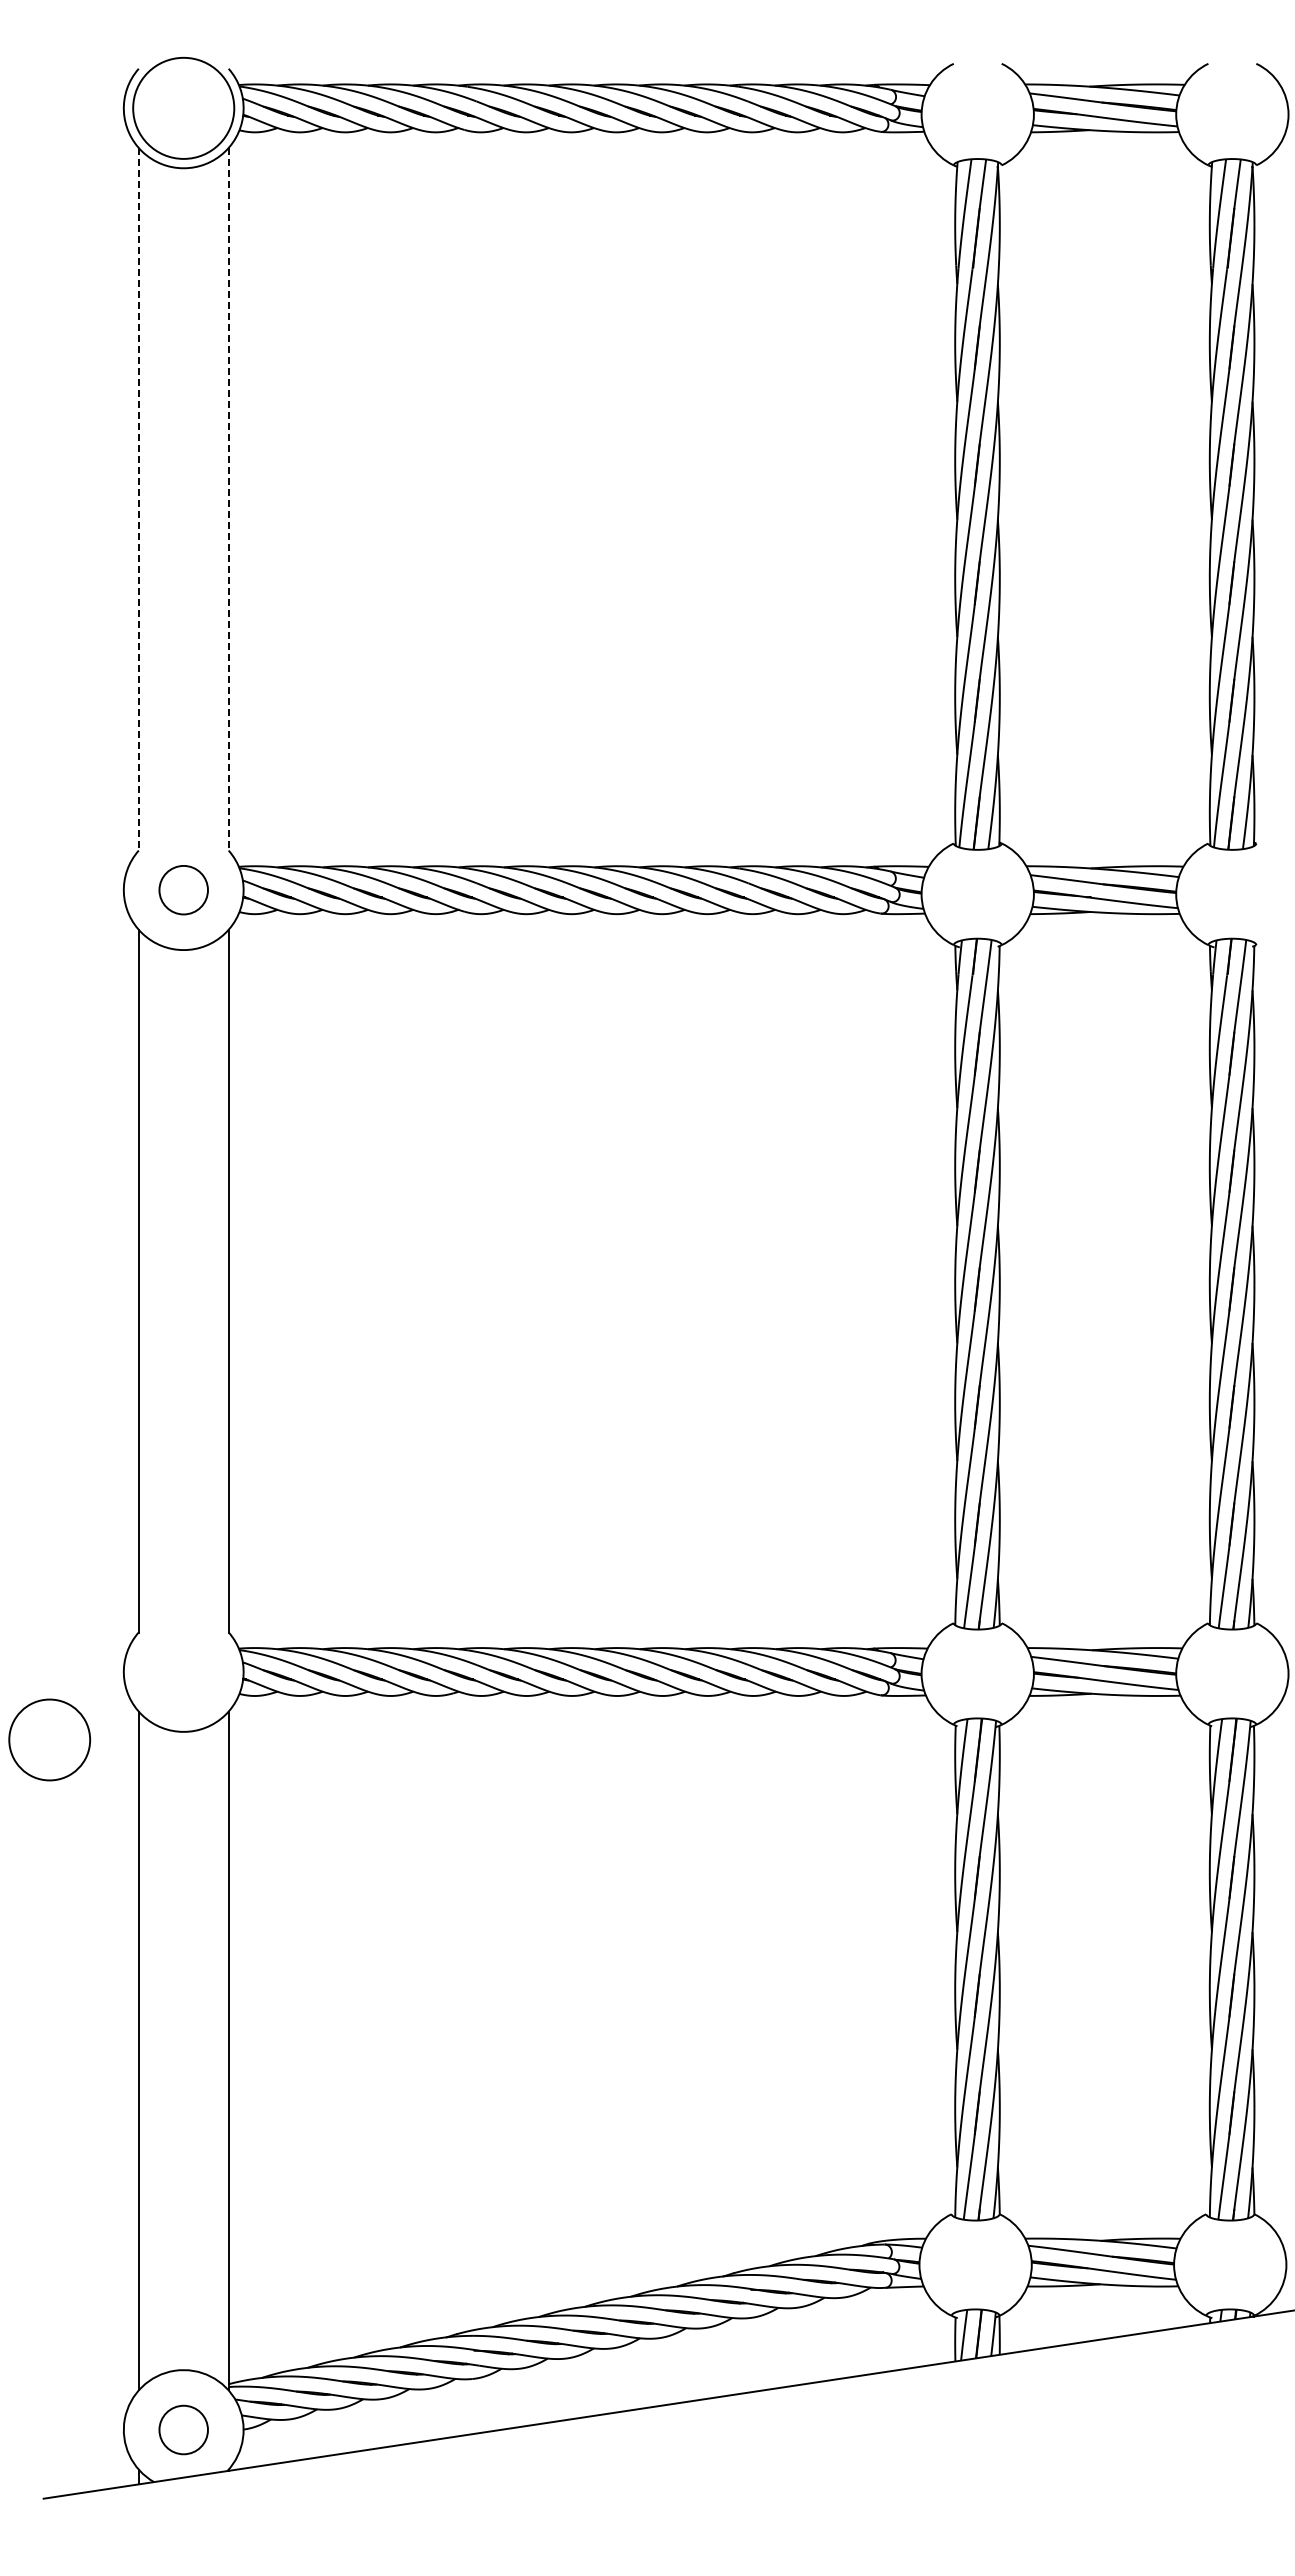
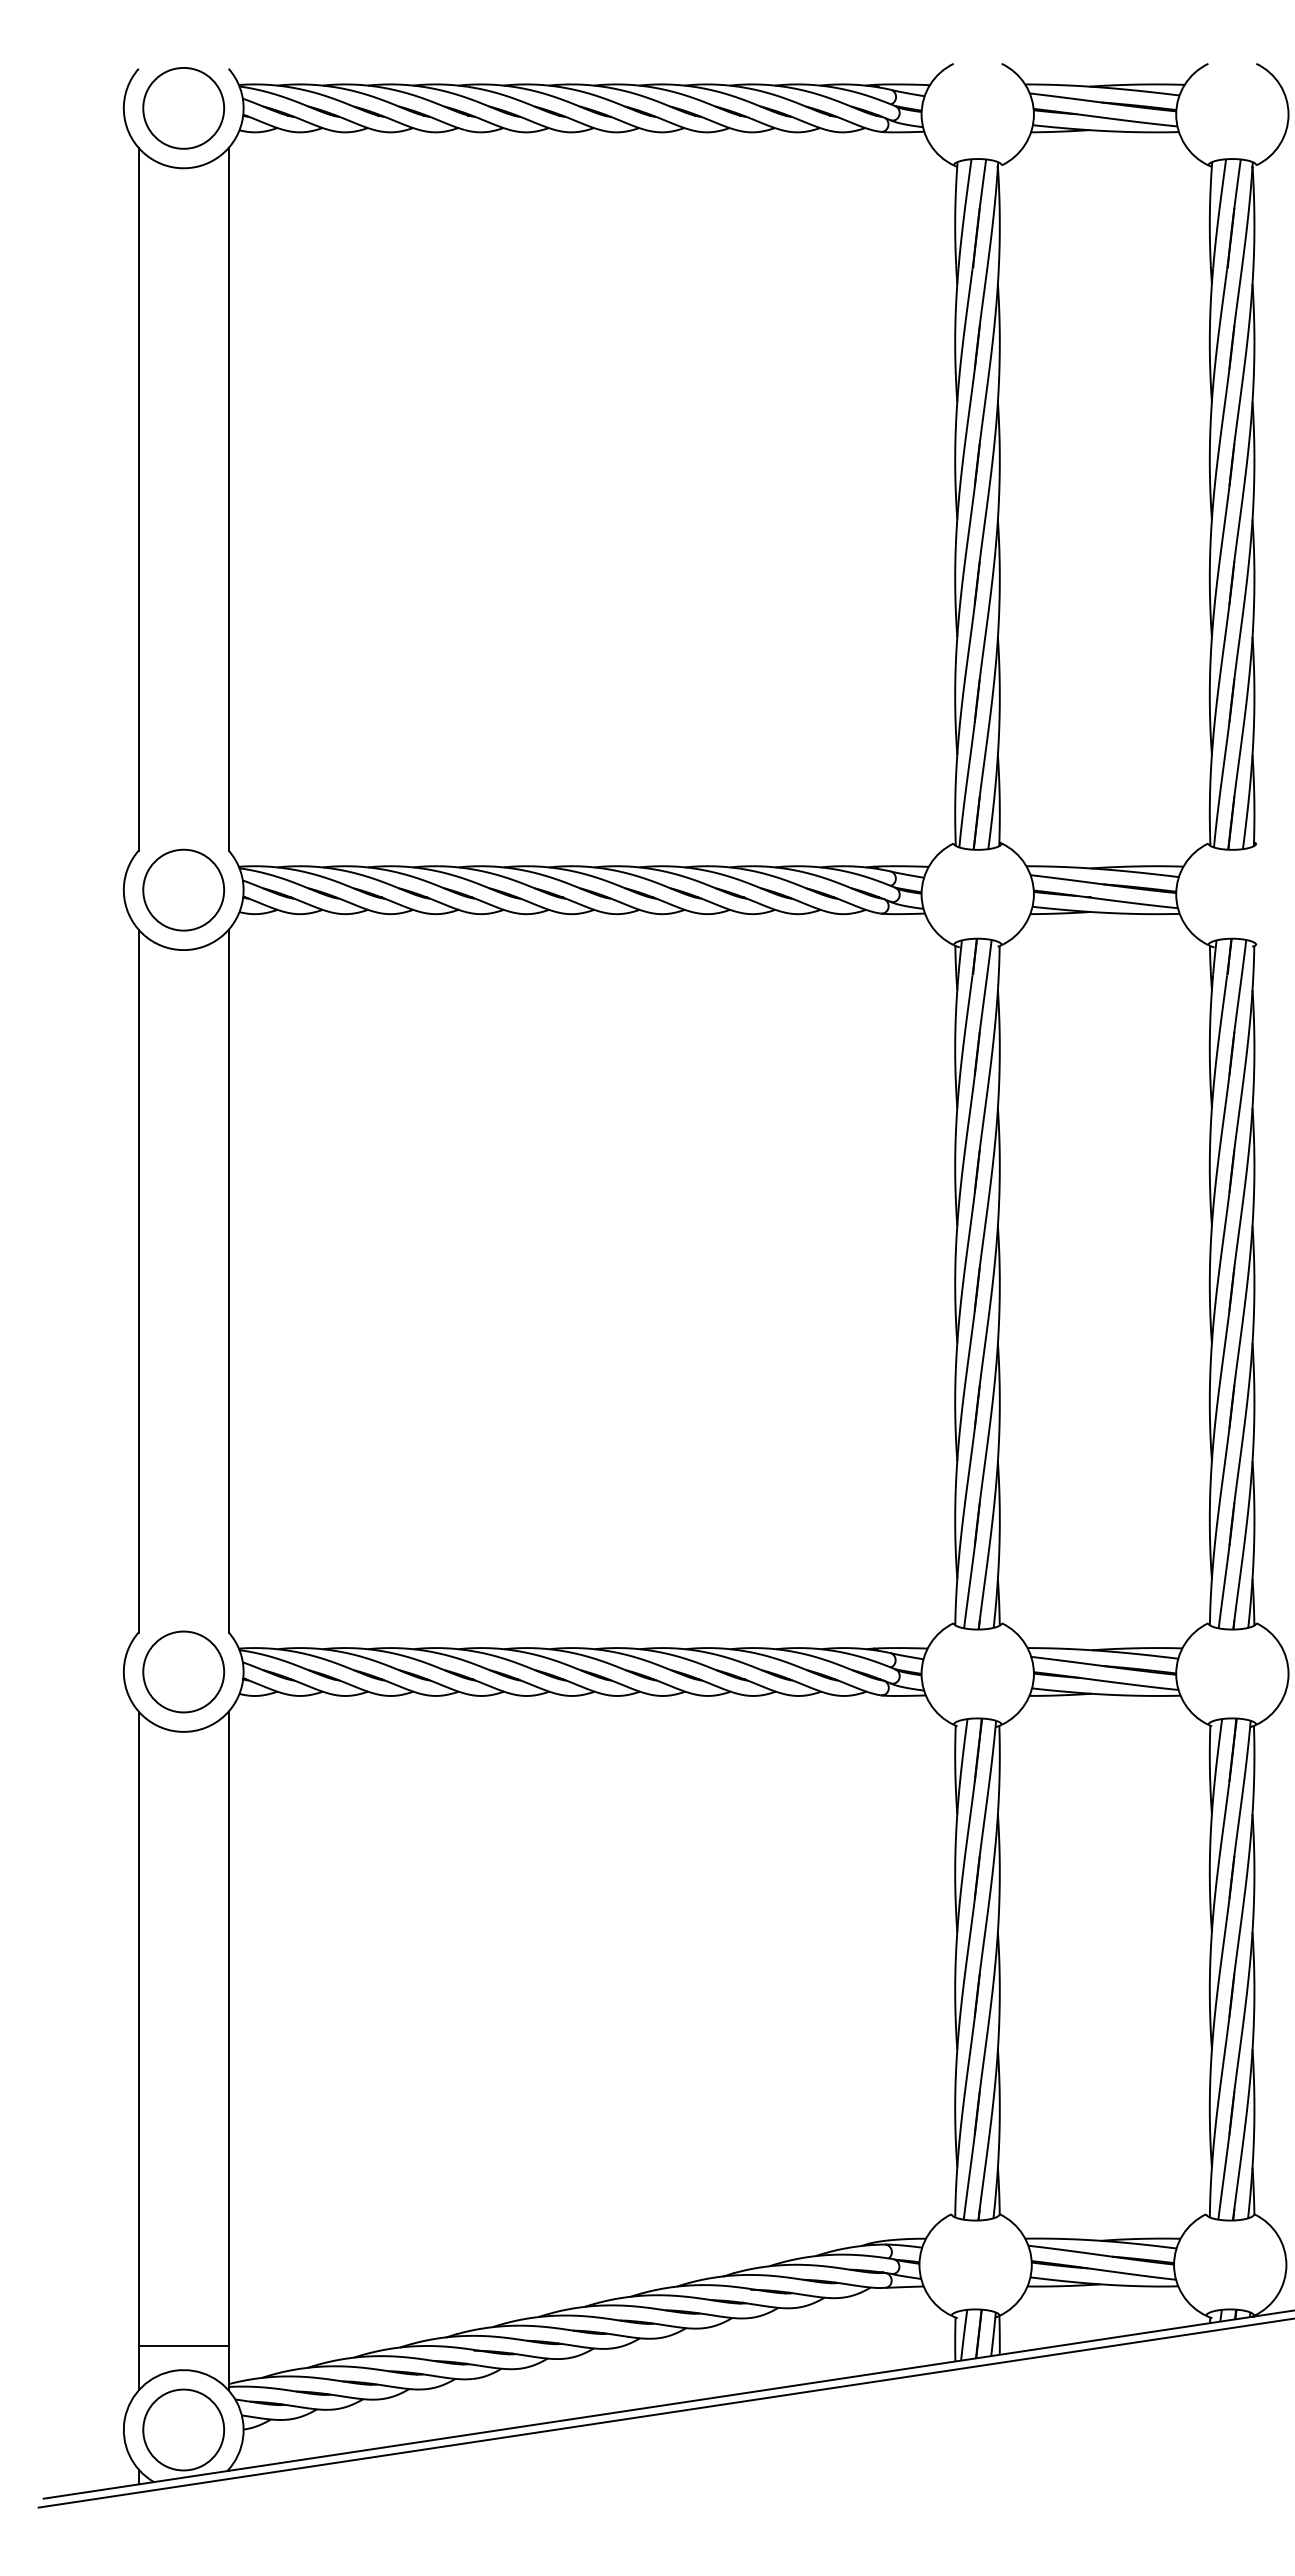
circle at (183, 107) diameter: 101 px -> 81 px
line at (138, 499): dashed -> solid
line at (228, 499): dashed -> solid
circle at (183, 889) diameter: 49 px -> 81 px
circle at (49, 1739) position: (49, 1739) -> (183, 1671)
line at (183, 2345): none -> present
line at (664, 2413): none -> present
circle at (183, 2429) diameter: 49 px -> 81 px
